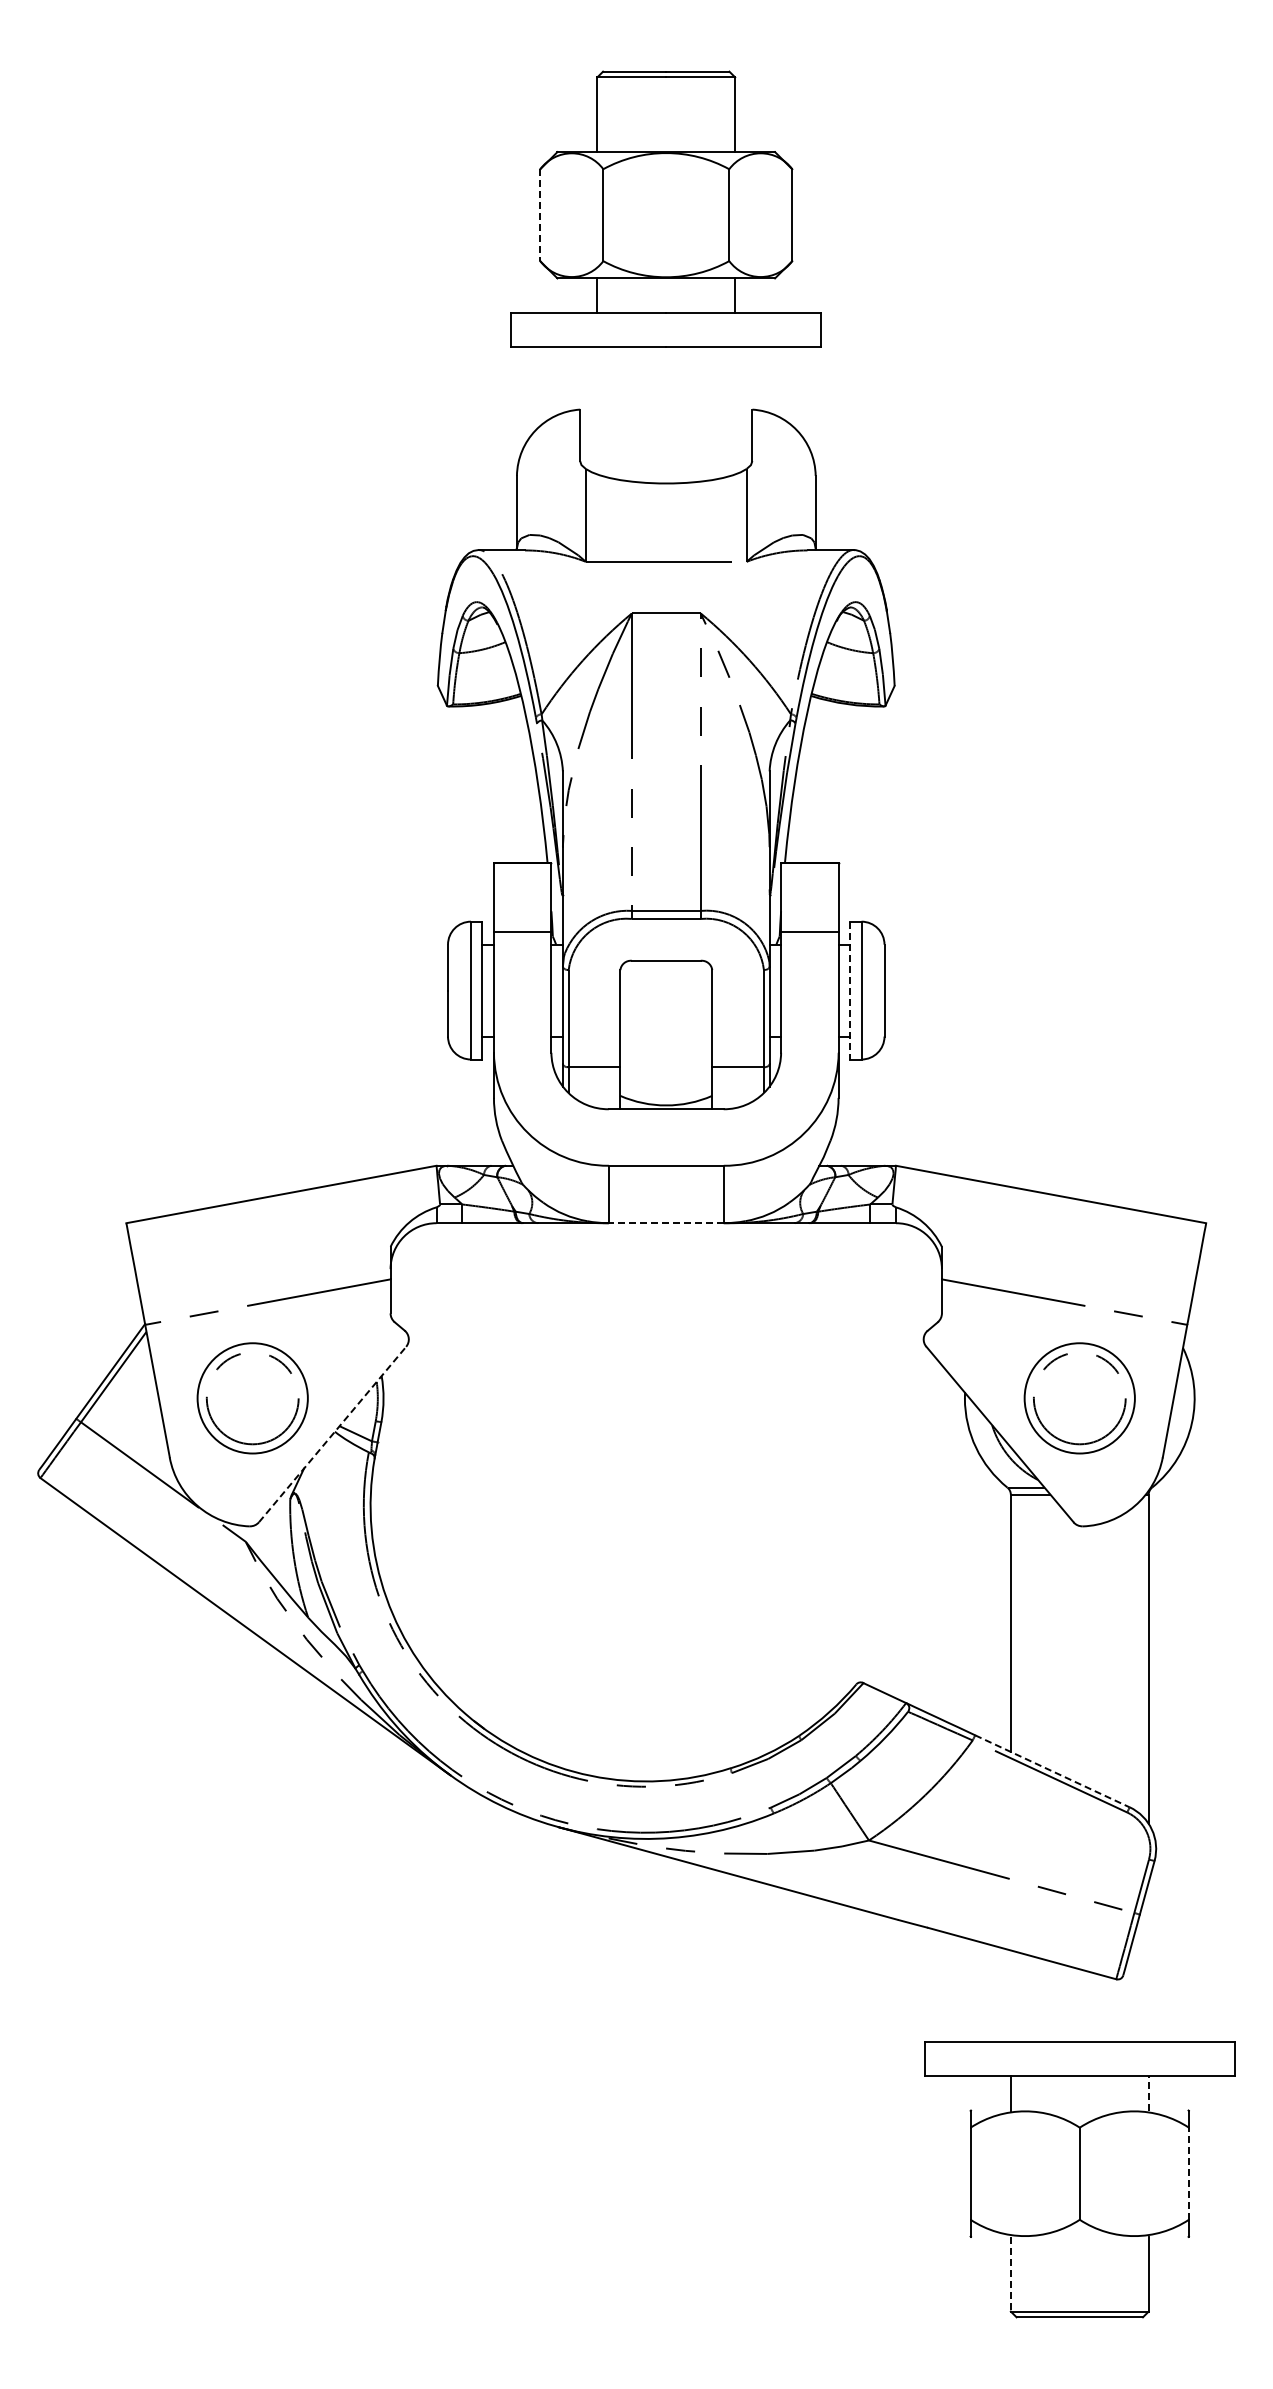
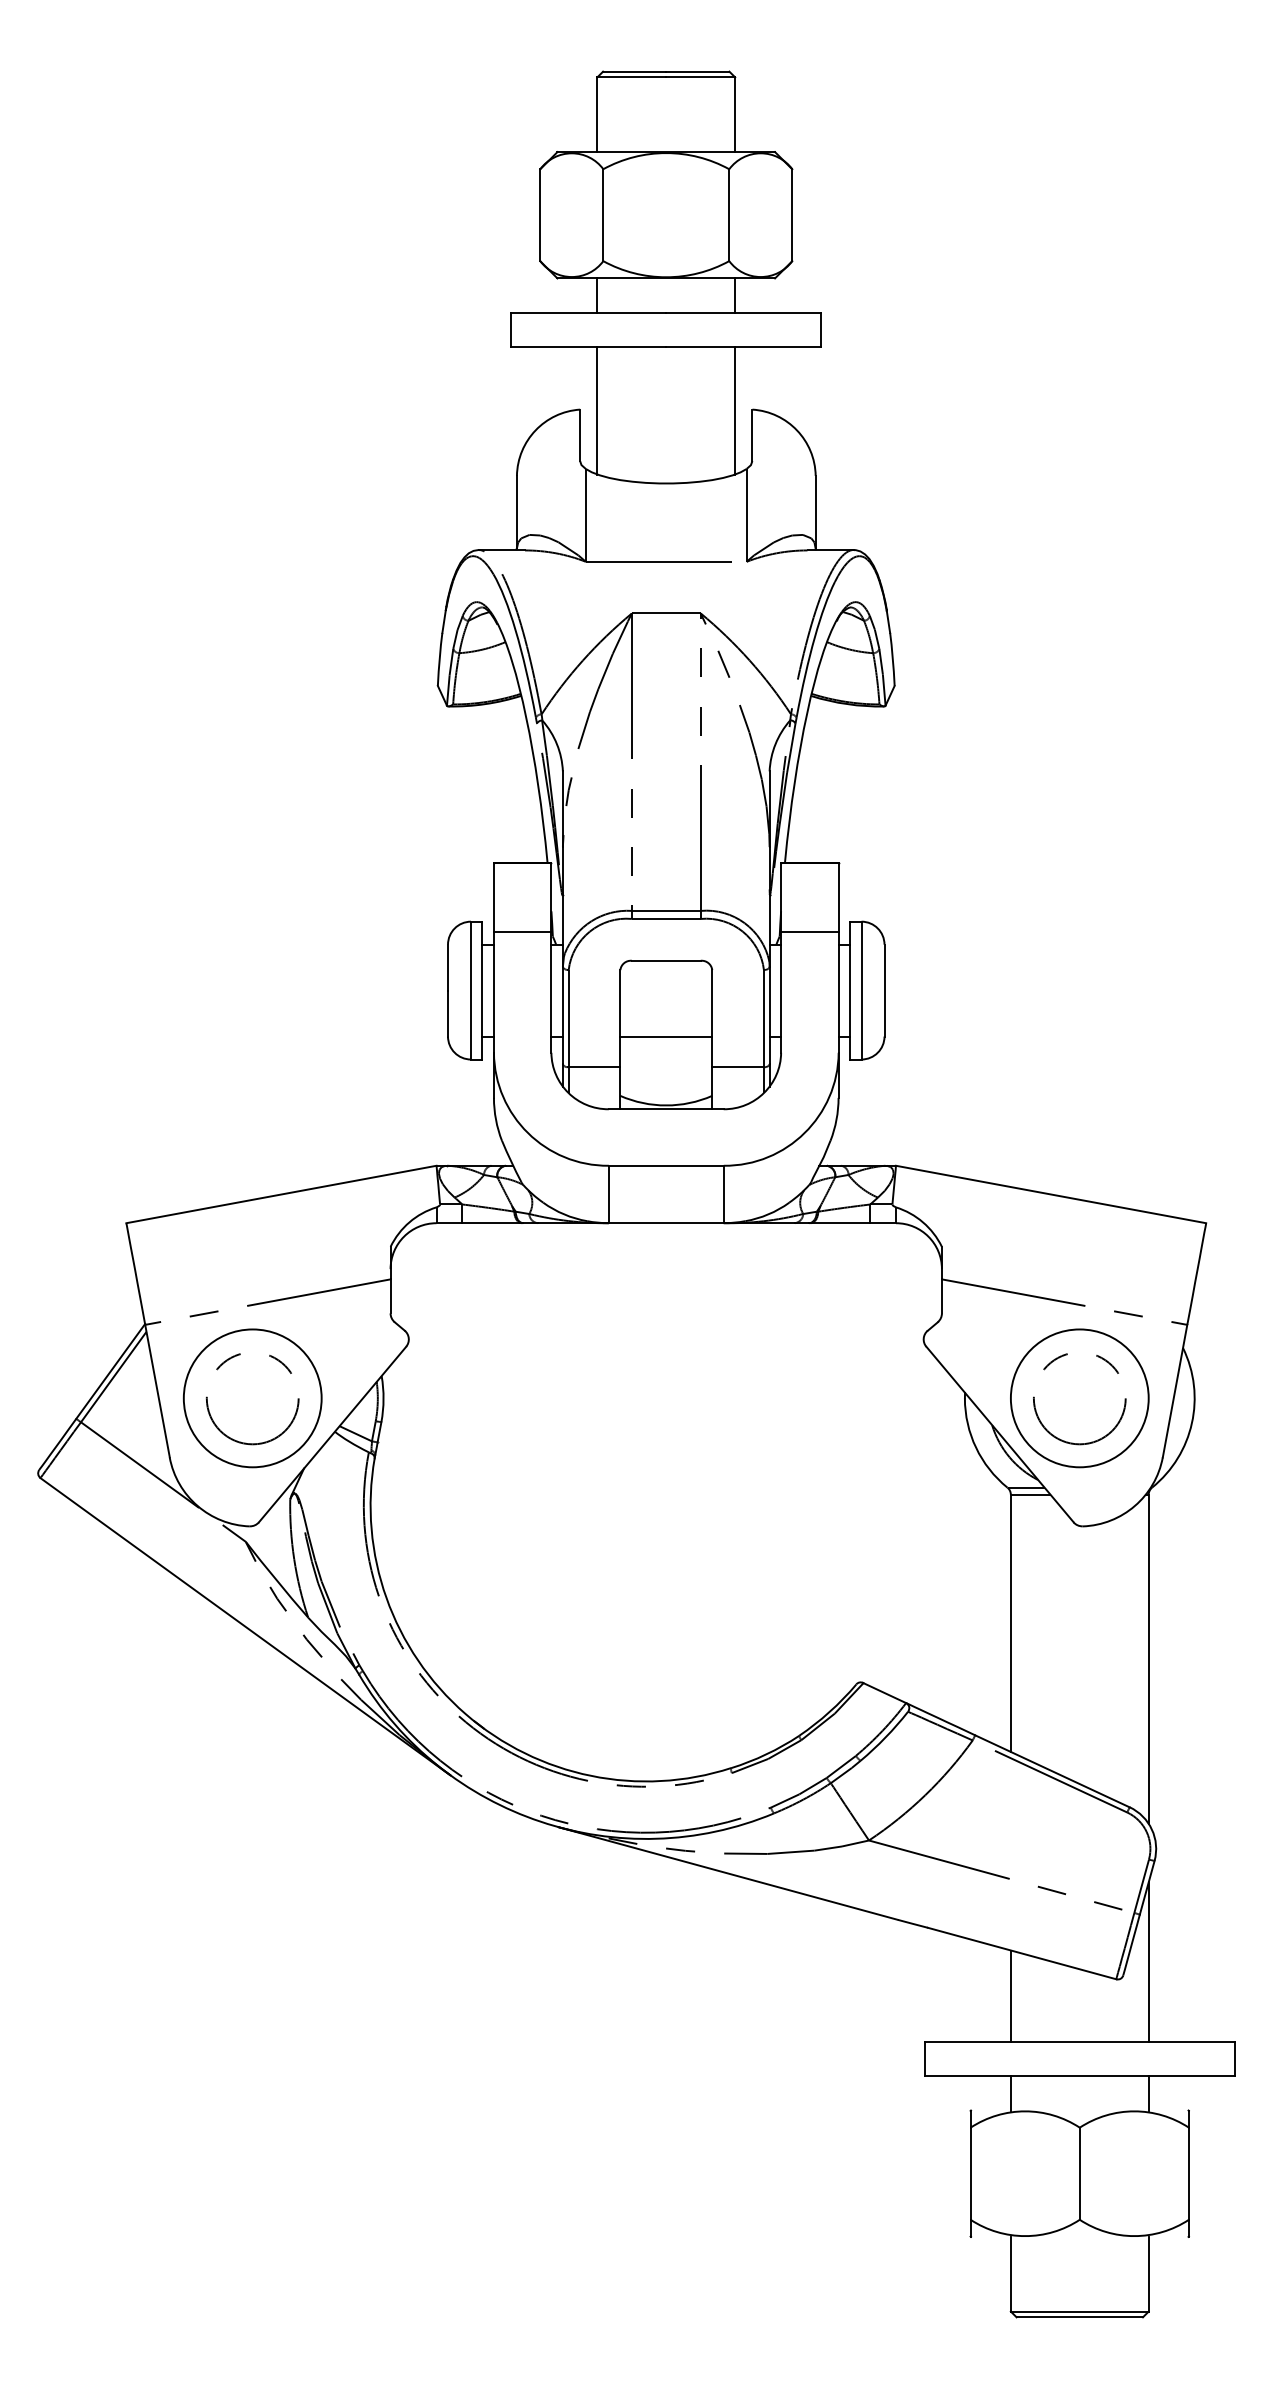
line at (540, 215): dashed -> solid
line at (597, 410): none -> present
line at (735, 410): none -> present
line at (850, 990): dashed -> solid
line at (666, 1036): none -> present
line at (665, 1223): dashed -> solid
circle at (252, 1398) diameter: 110 px -> 138 px
circle at (1079, 1398) diameter: 110 px -> 138 px
line at (332, 1434): dashed -> solid
line at (1052, 1771): dashed -> solid
line at (1148, 1961): none -> present
line at (1010, 1995): none -> present
line at (1148, 2092): dashed -> solid
line at (1188, 2173): dashed -> solid
line at (1010, 2274): dashed -> solid
